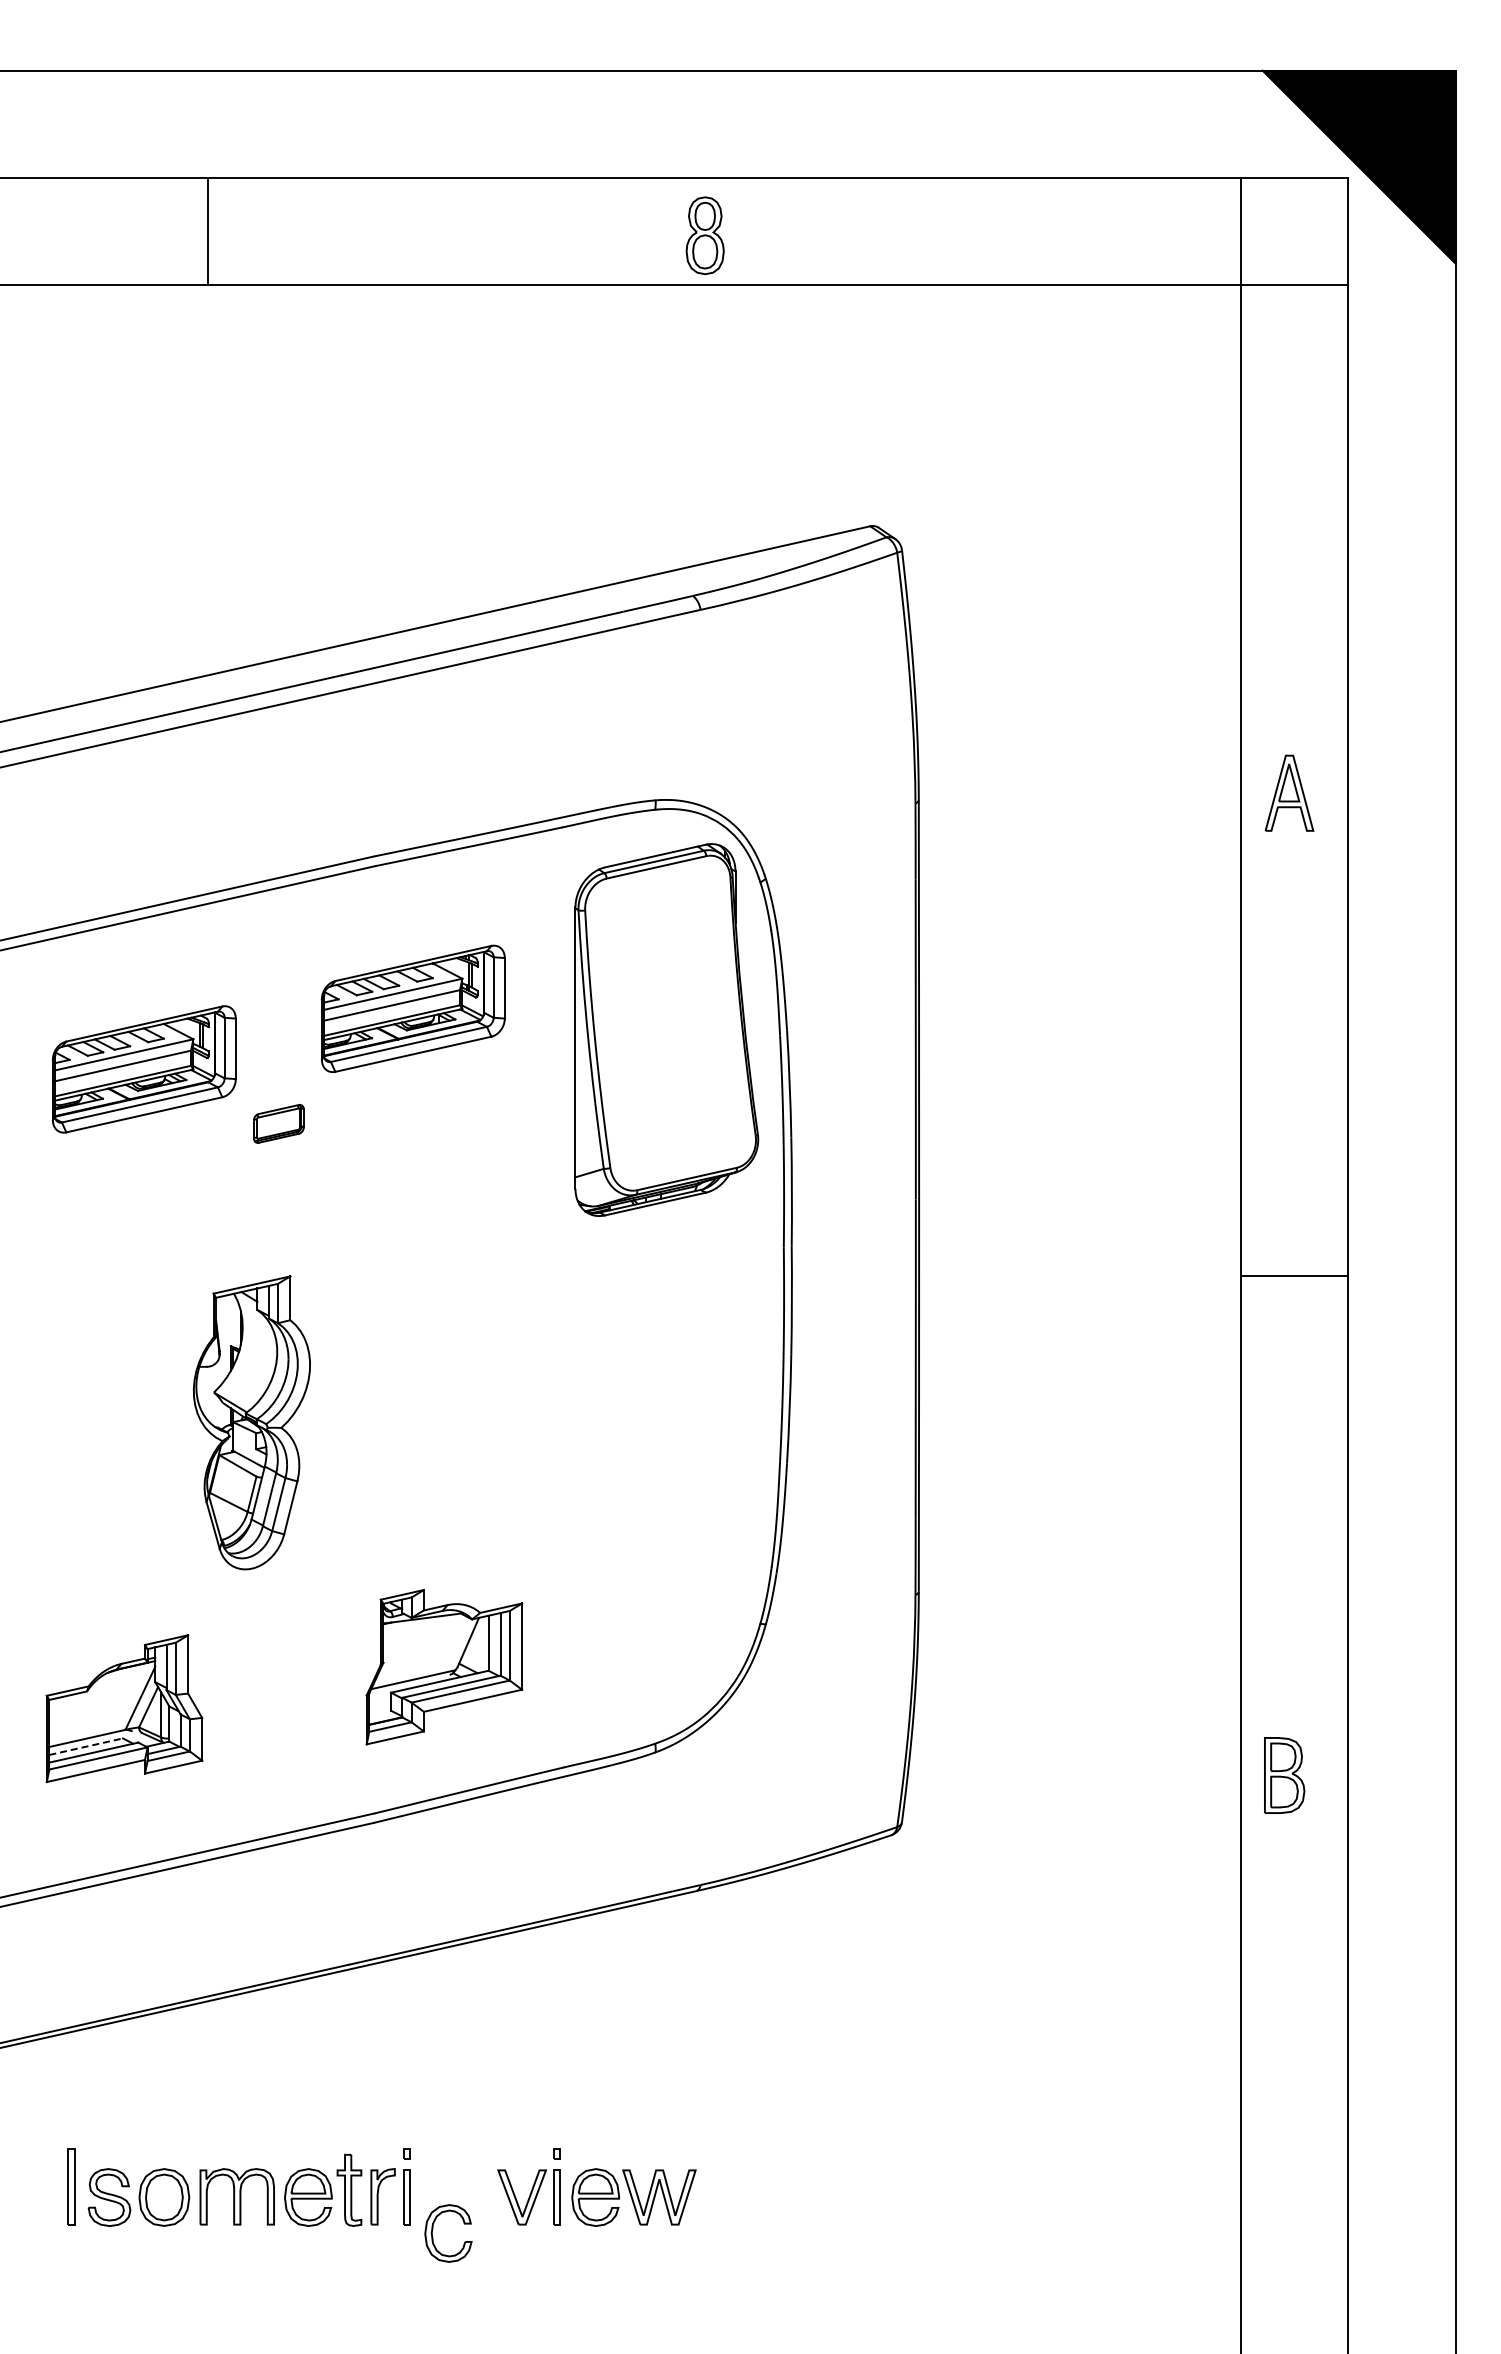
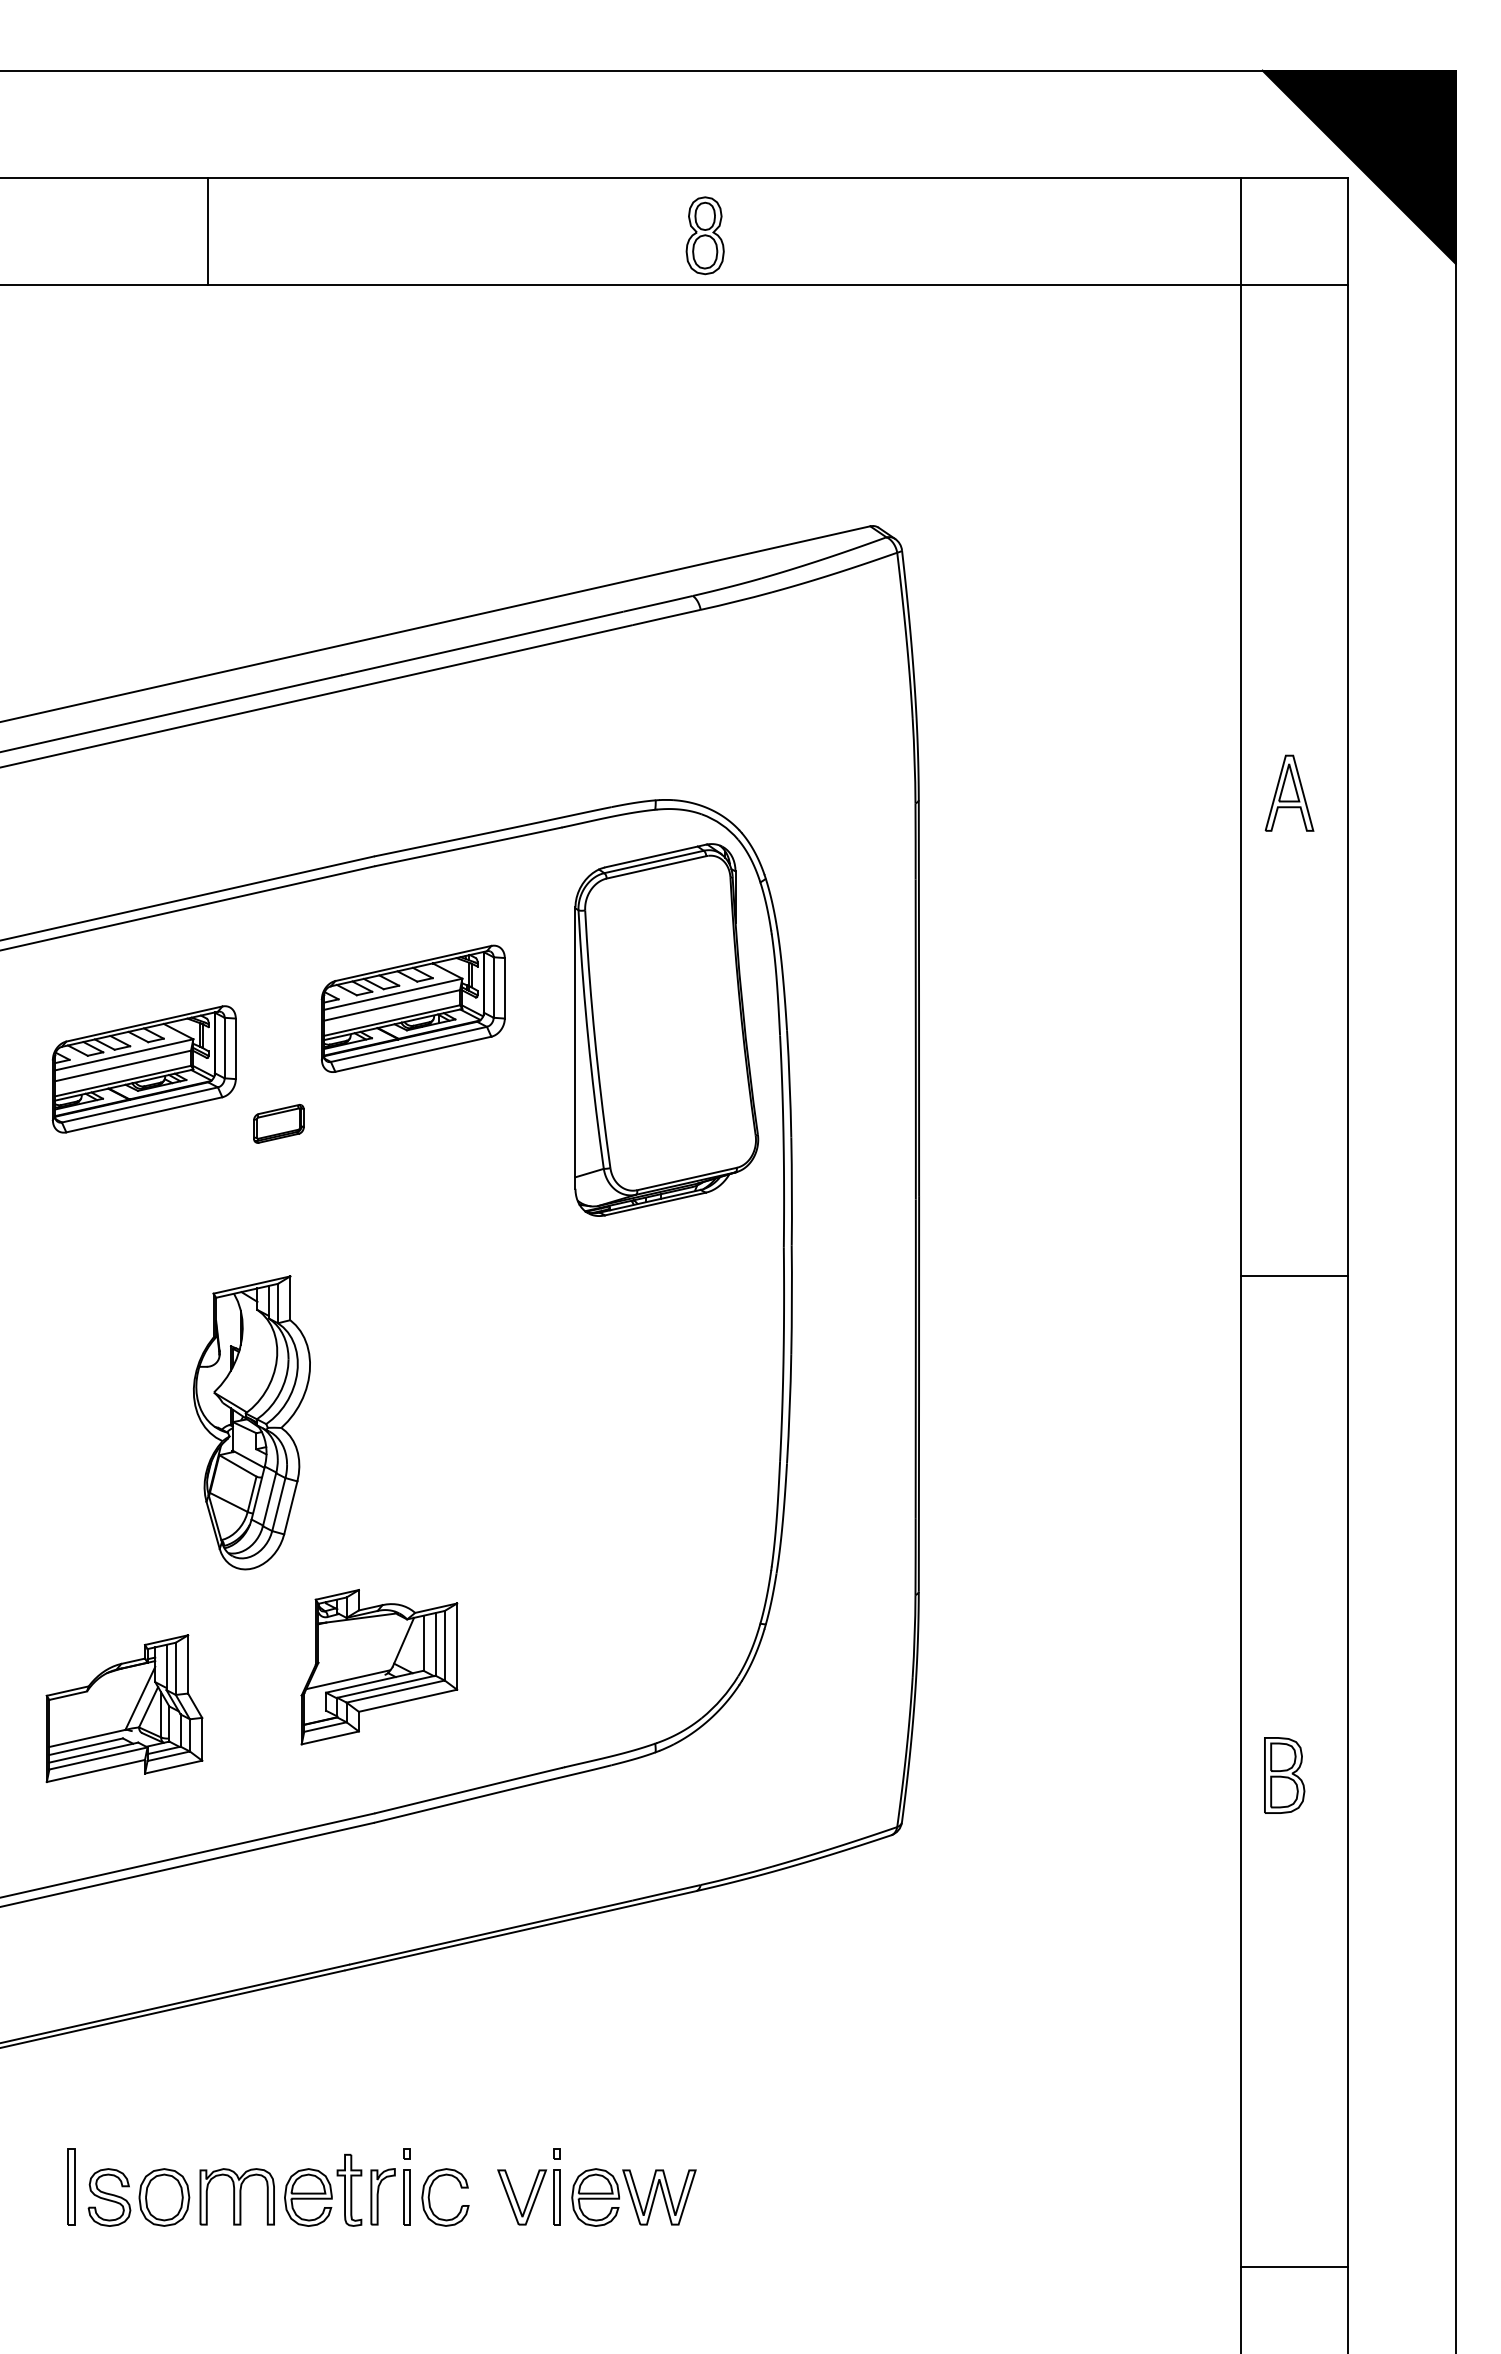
part at (444, 1667) position: (444, 1667) -> (379, 1667)
line at (86, 1746): dashed -> solid
part at (433, 2229) position: (433, 2229) -> (430, 2193)
line at (1294, 2267): none -> present
